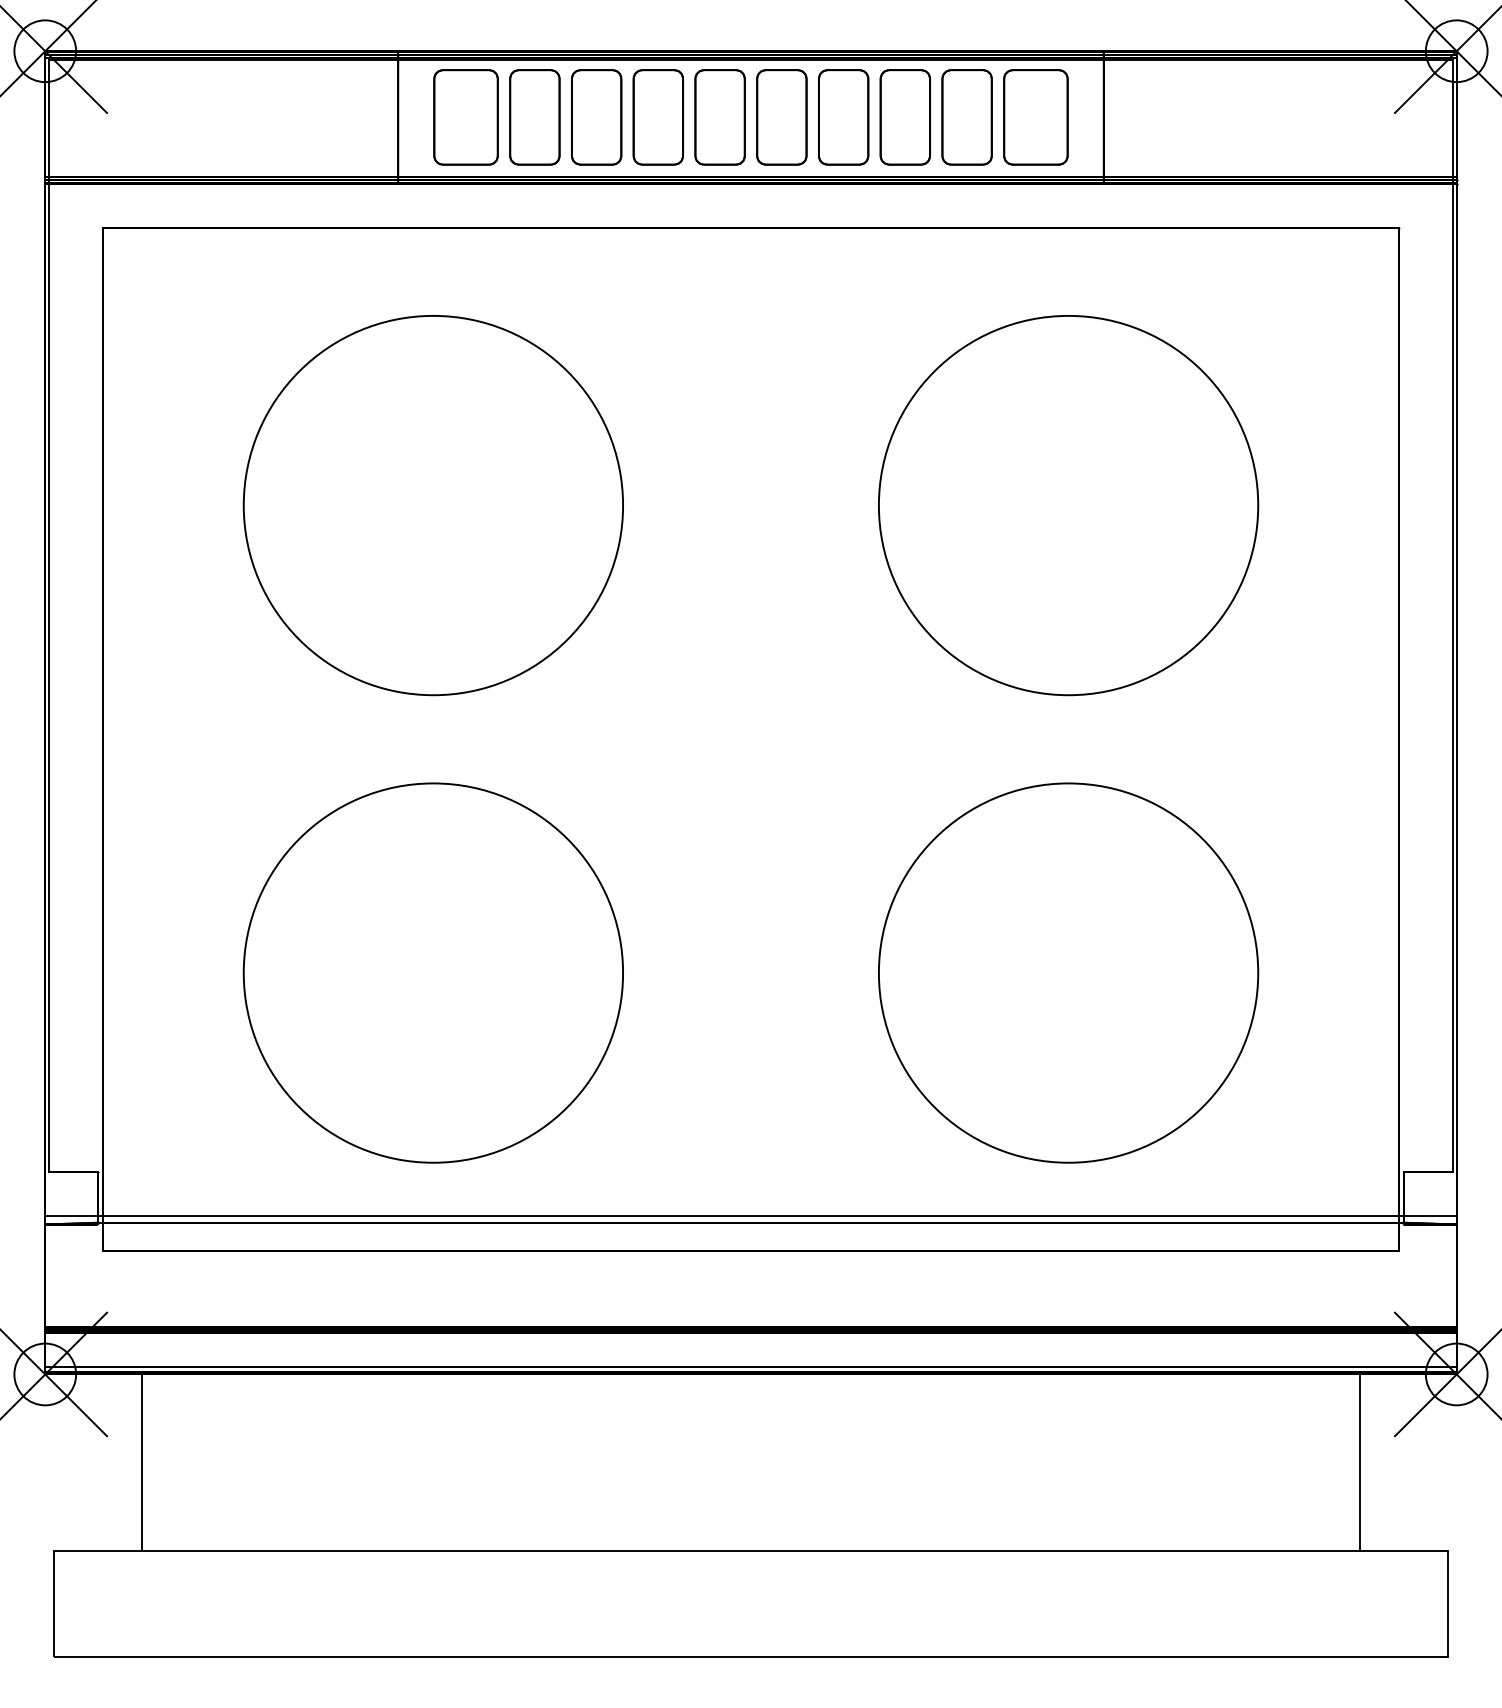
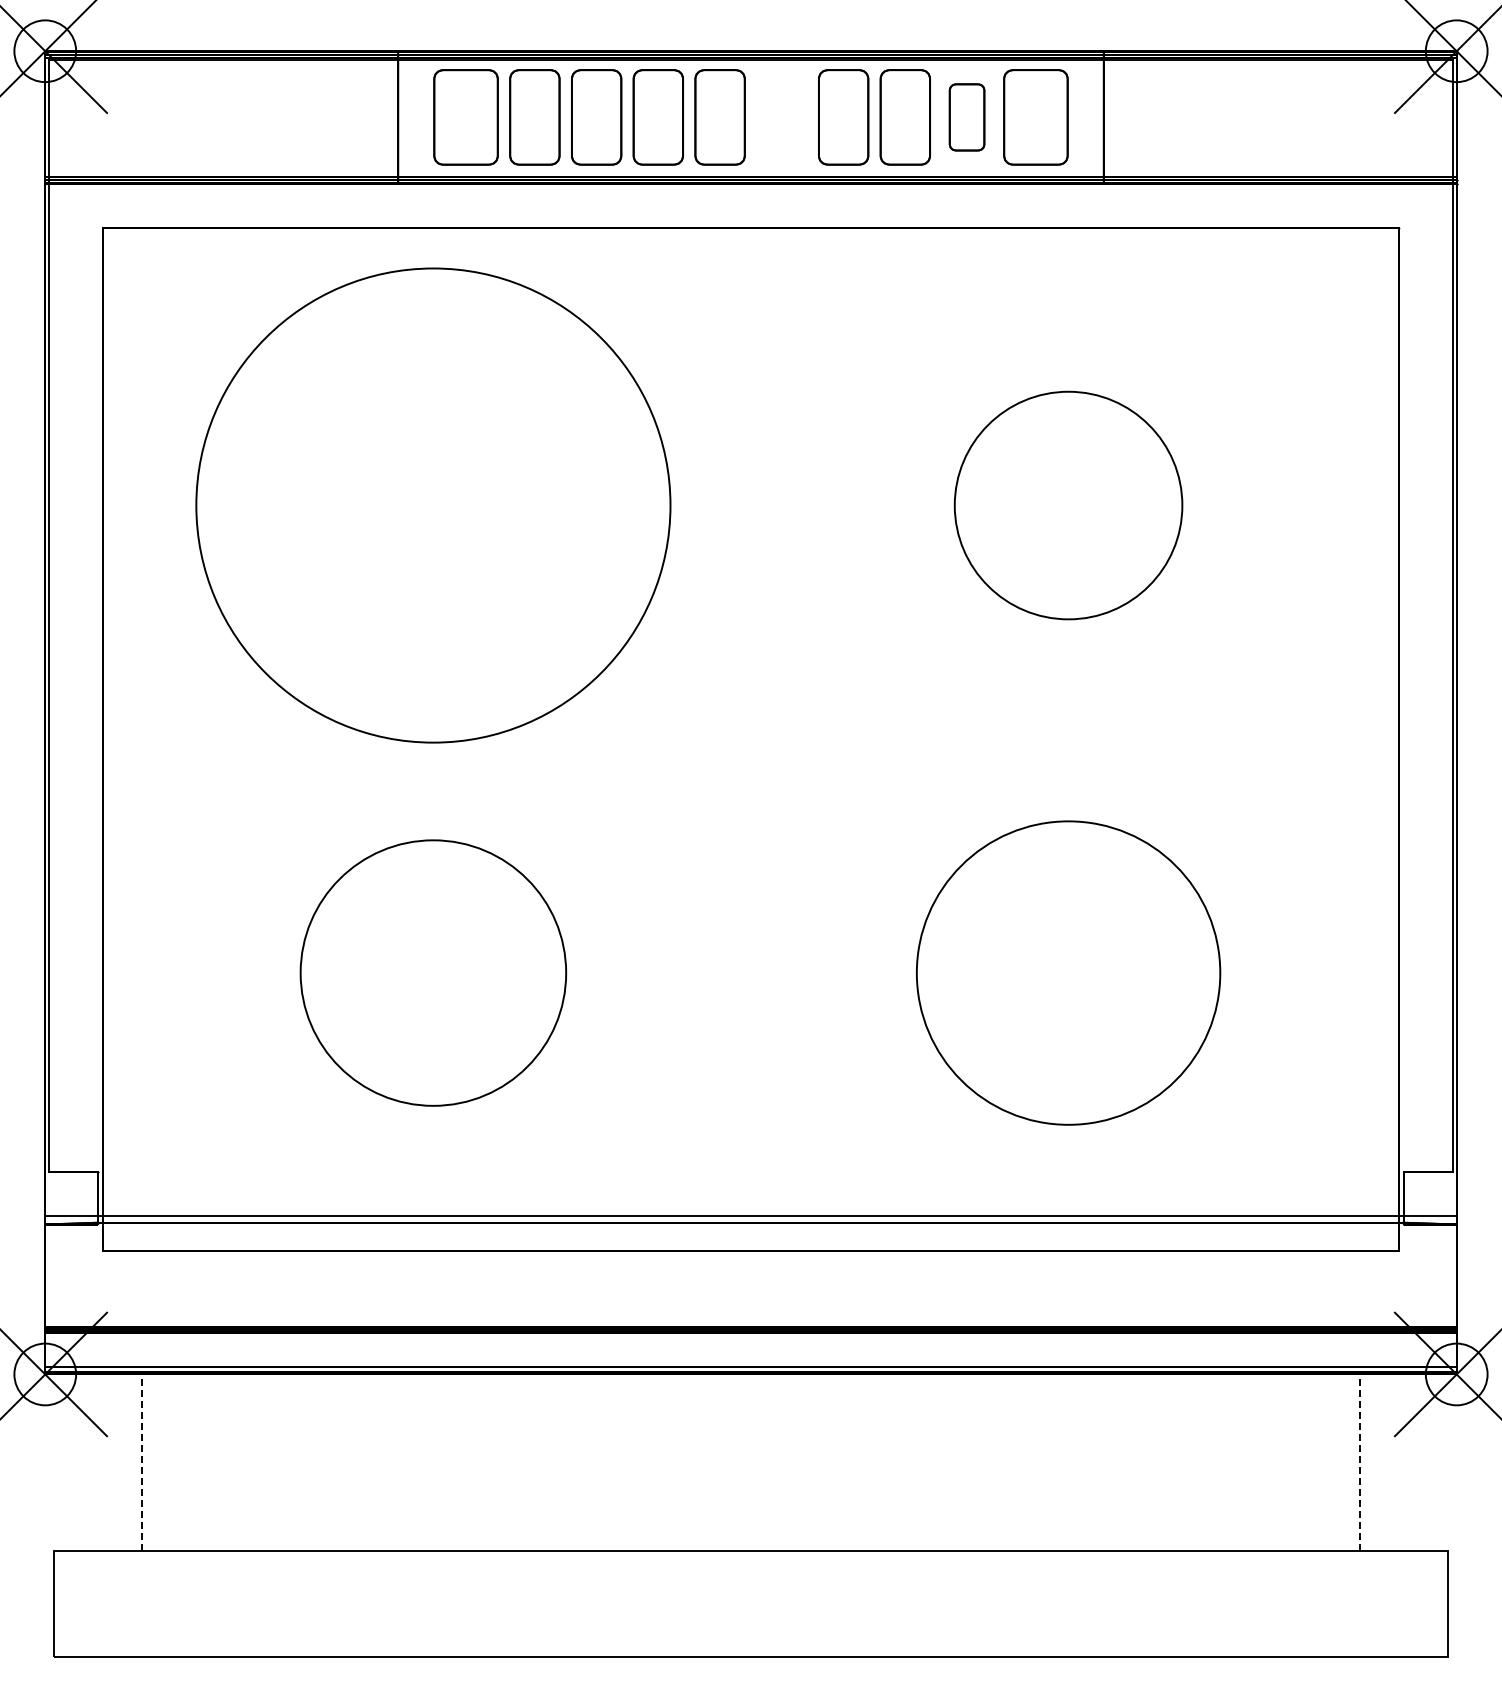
part at (781, 117): present -> none
part at (966, 117) size: 52x97 px -> 38x69 px
circle at (433, 505) diameter: 379 px -> 474 px
circle at (1068, 505) diameter: 379 px -> 228 px
circle at (433, 972) diameter: 379 px -> 266 px
circle at (1068, 972) diameter: 379 px -> 303 px
line at (142, 1462): solid -> dashed
line at (1359, 1462): solid -> dashed
